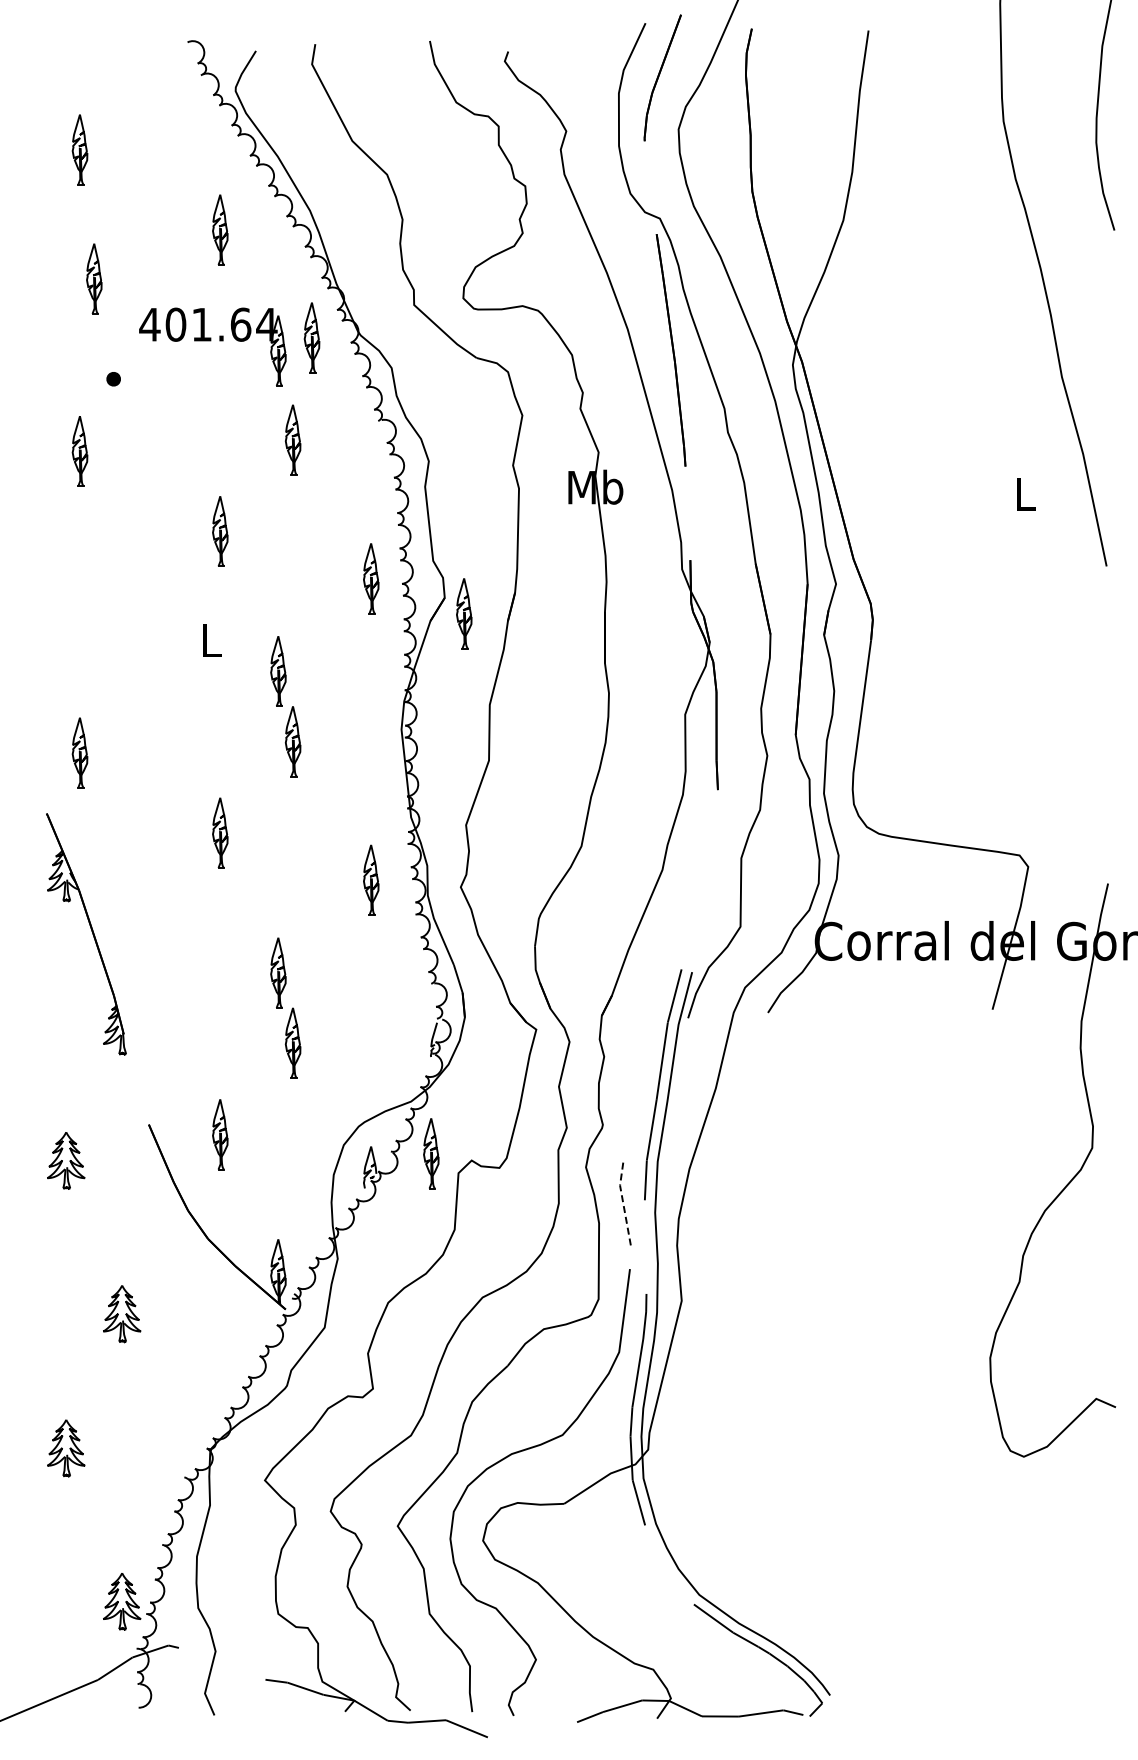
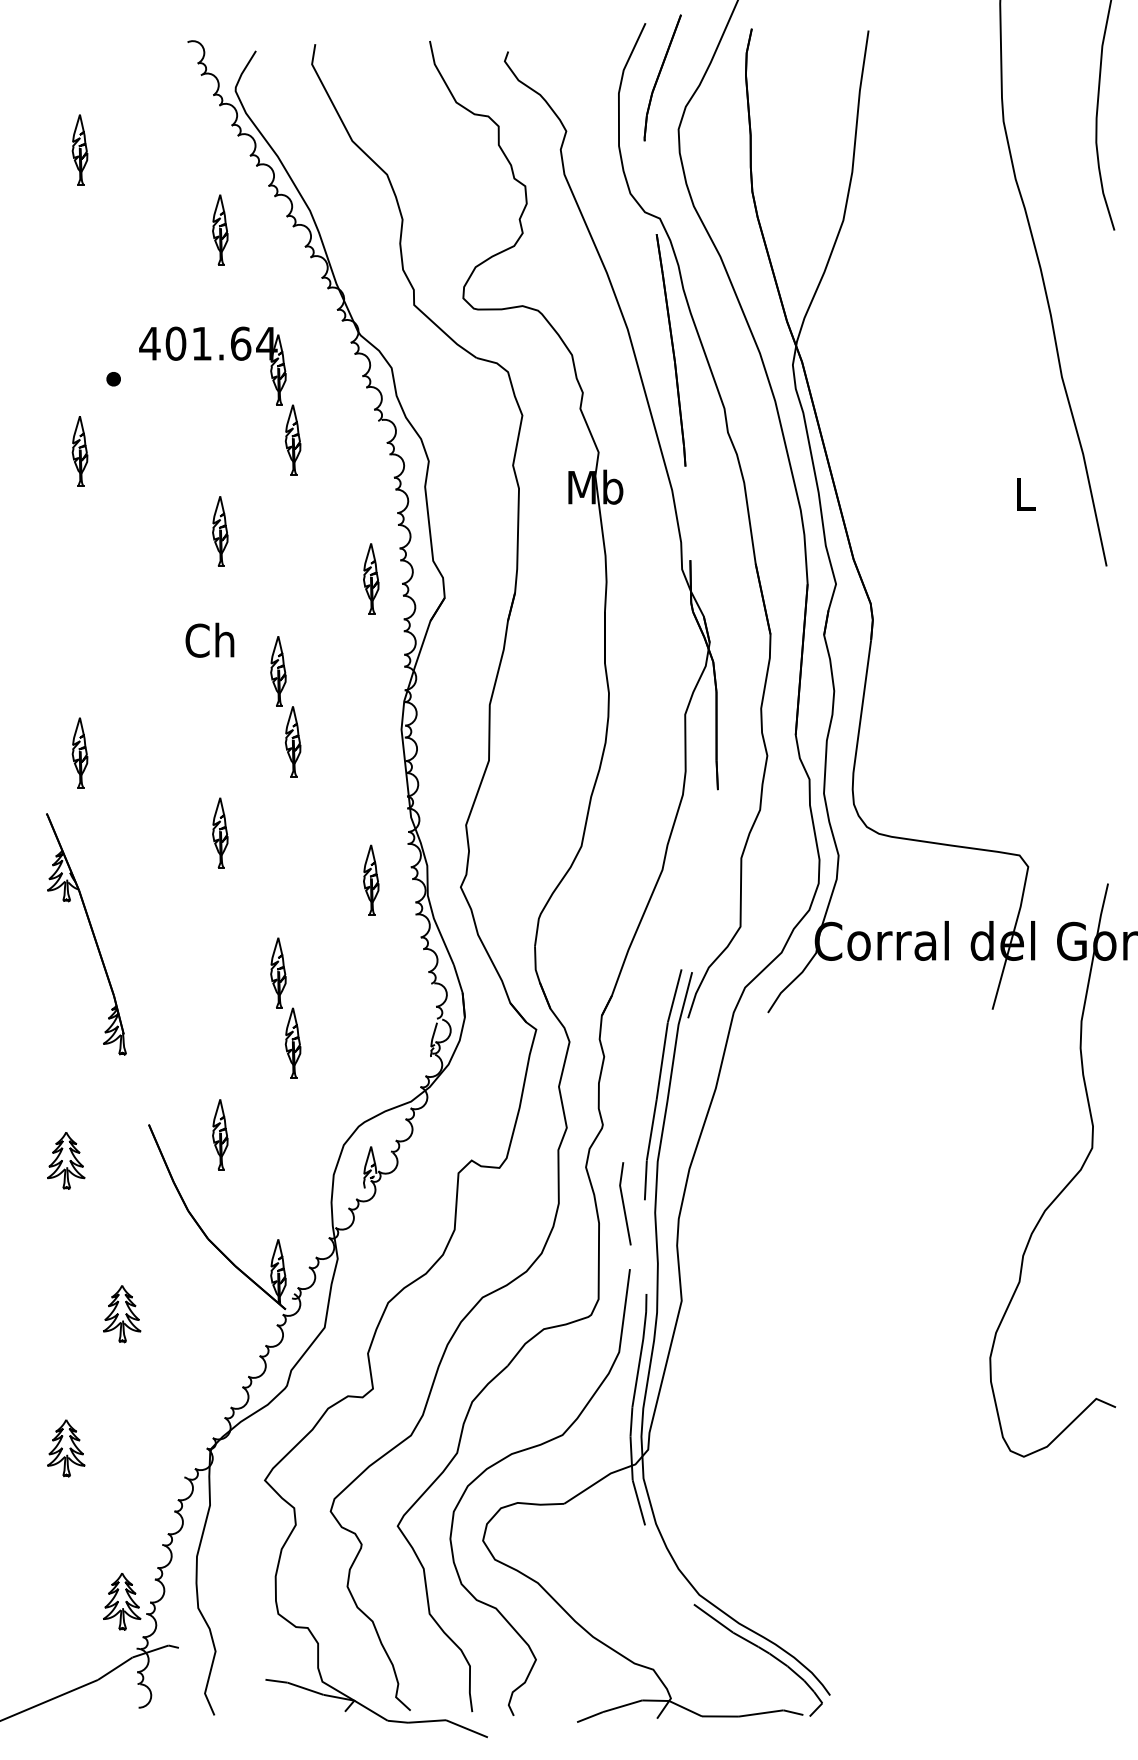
part at (94, 278): present -> none
part at (311, 337): present -> none
part at (212, 346) position: (212, 346) -> (212, 365)
part at (464, 613): present -> none
text at (209, 639): L -> Ch
part at (431, 1153): present -> none
line at (623, 1203): dashed -> solid
